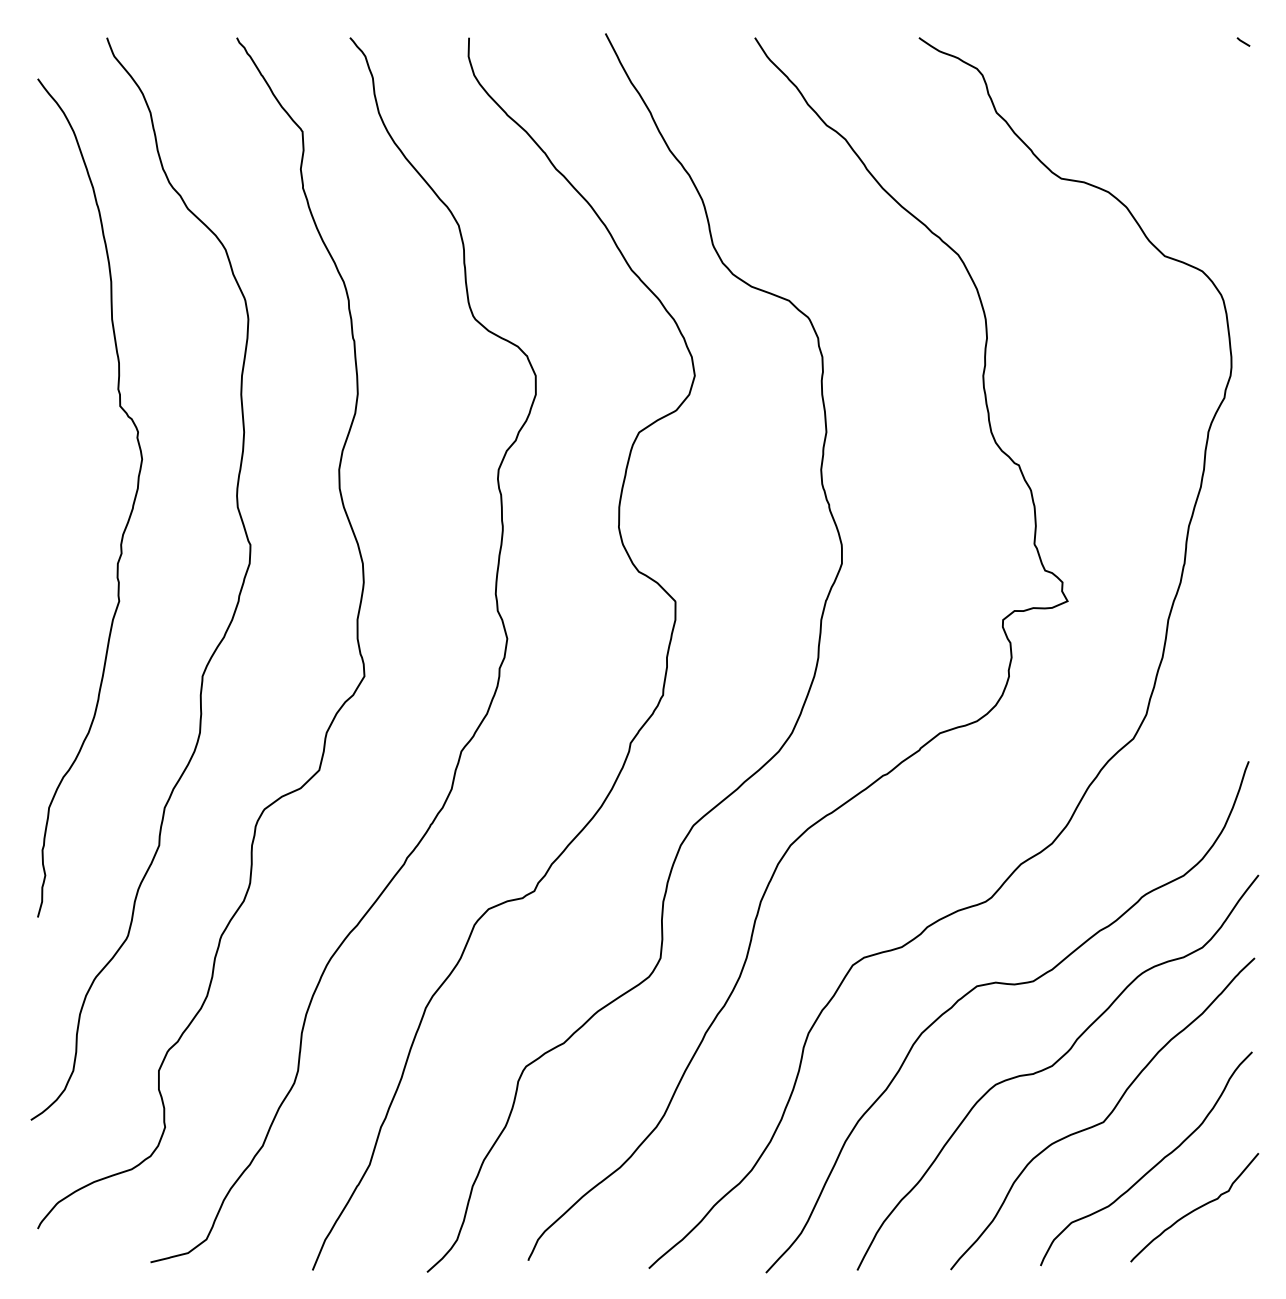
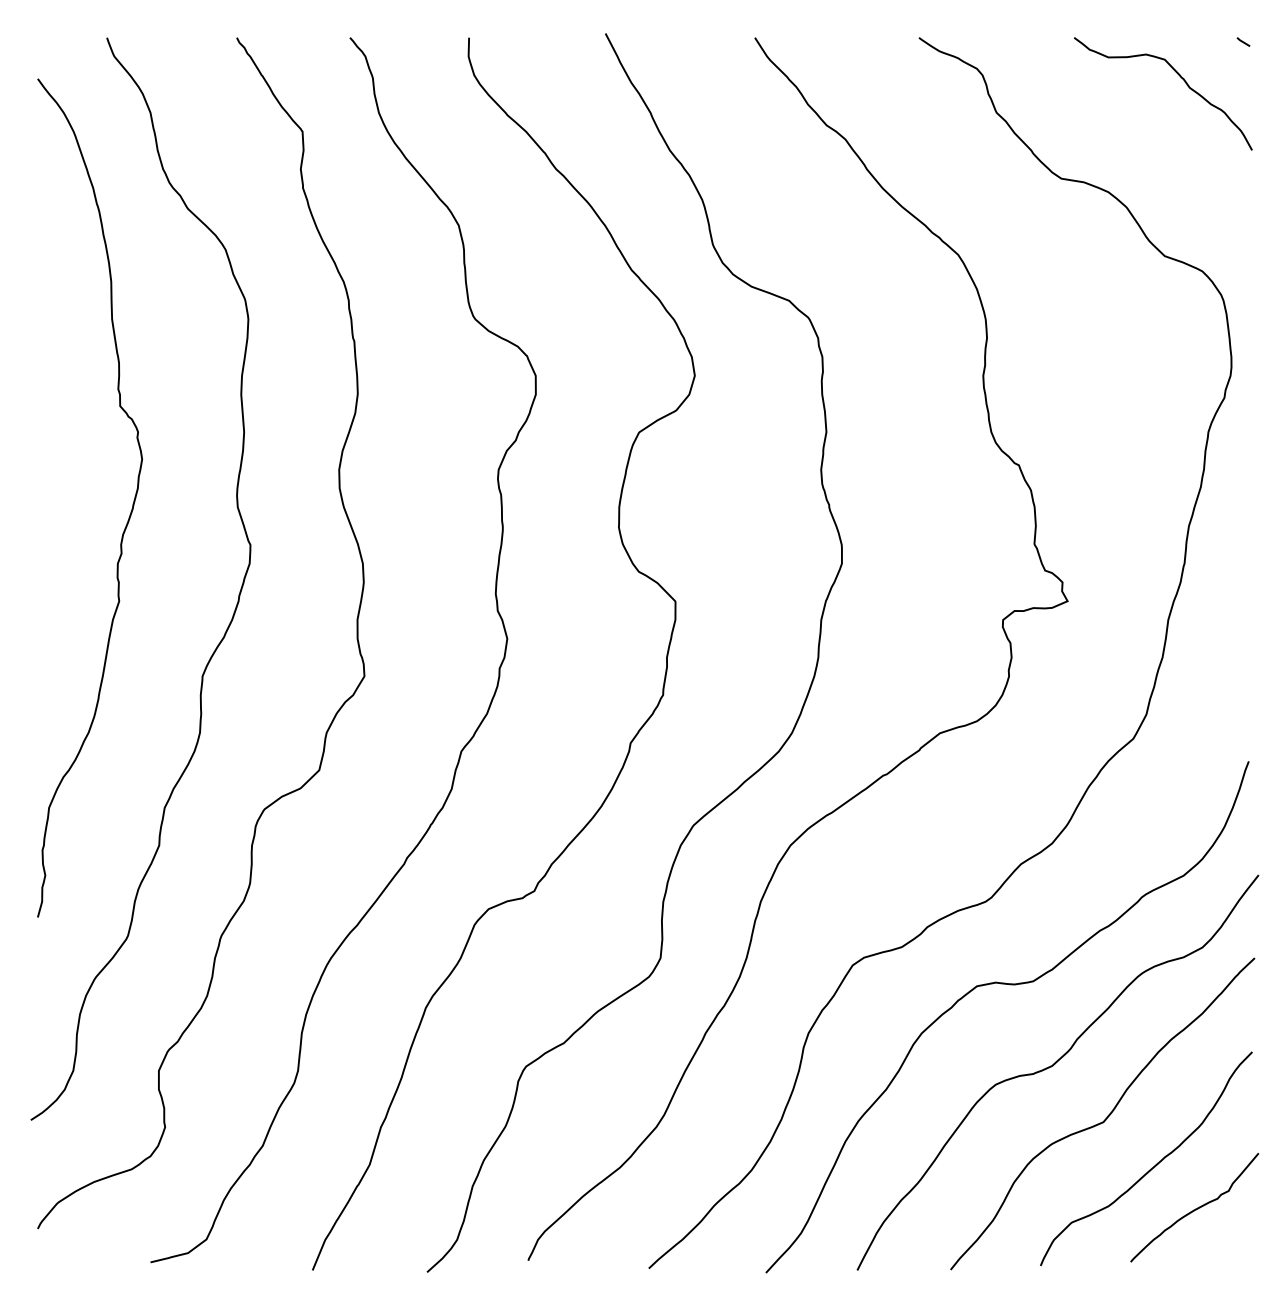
curve at (1179, 76): none -> present
